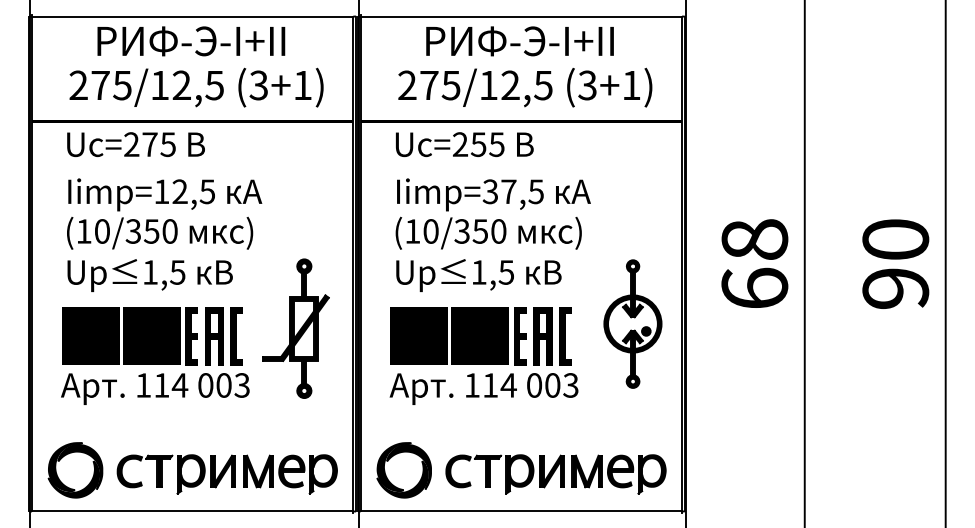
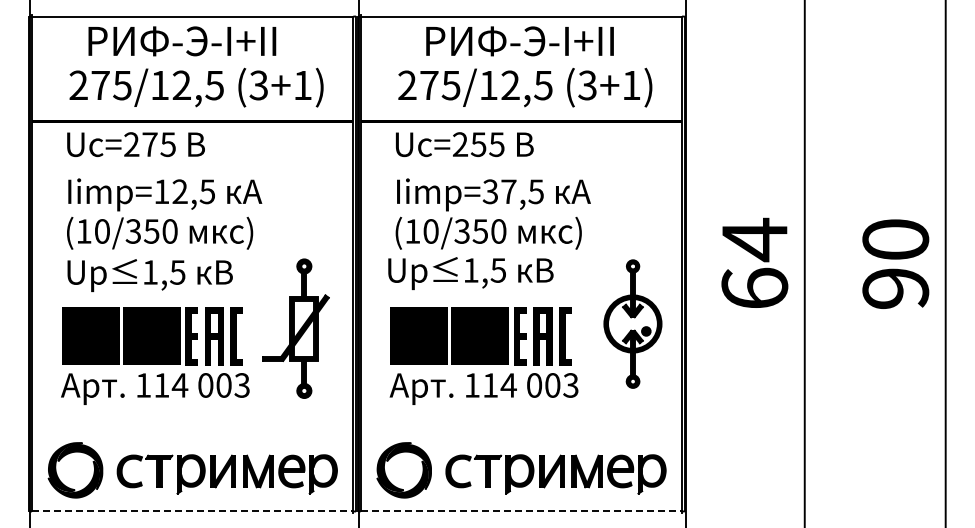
text at (191, 41) position: (191, 41) -> (182, 41)
text at (754, 239): 68 -> 64
text at (478, 275) position: (478, 275) -> (470, 273)
line at (192, 511): solid -> dashed
line at (521, 511): solid -> dashed
